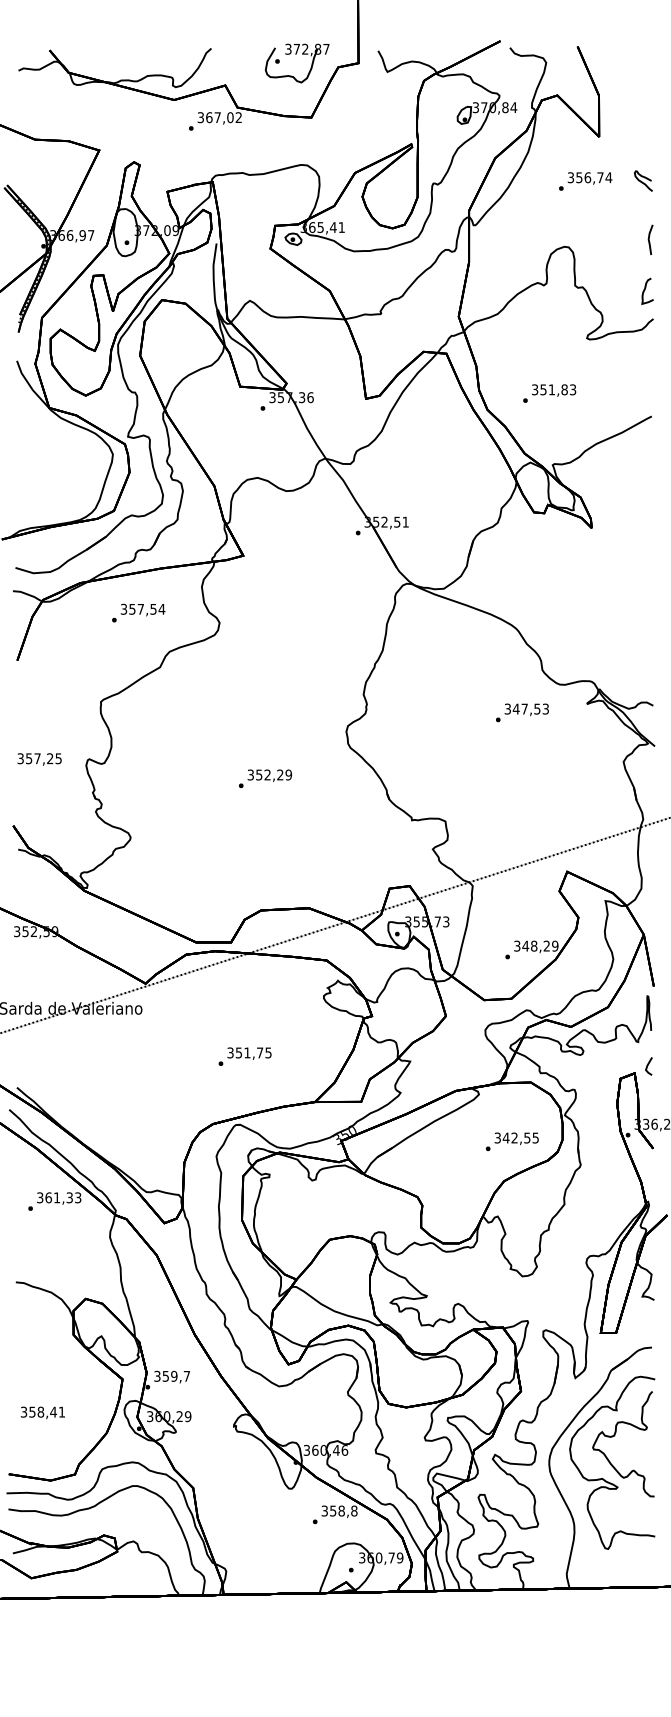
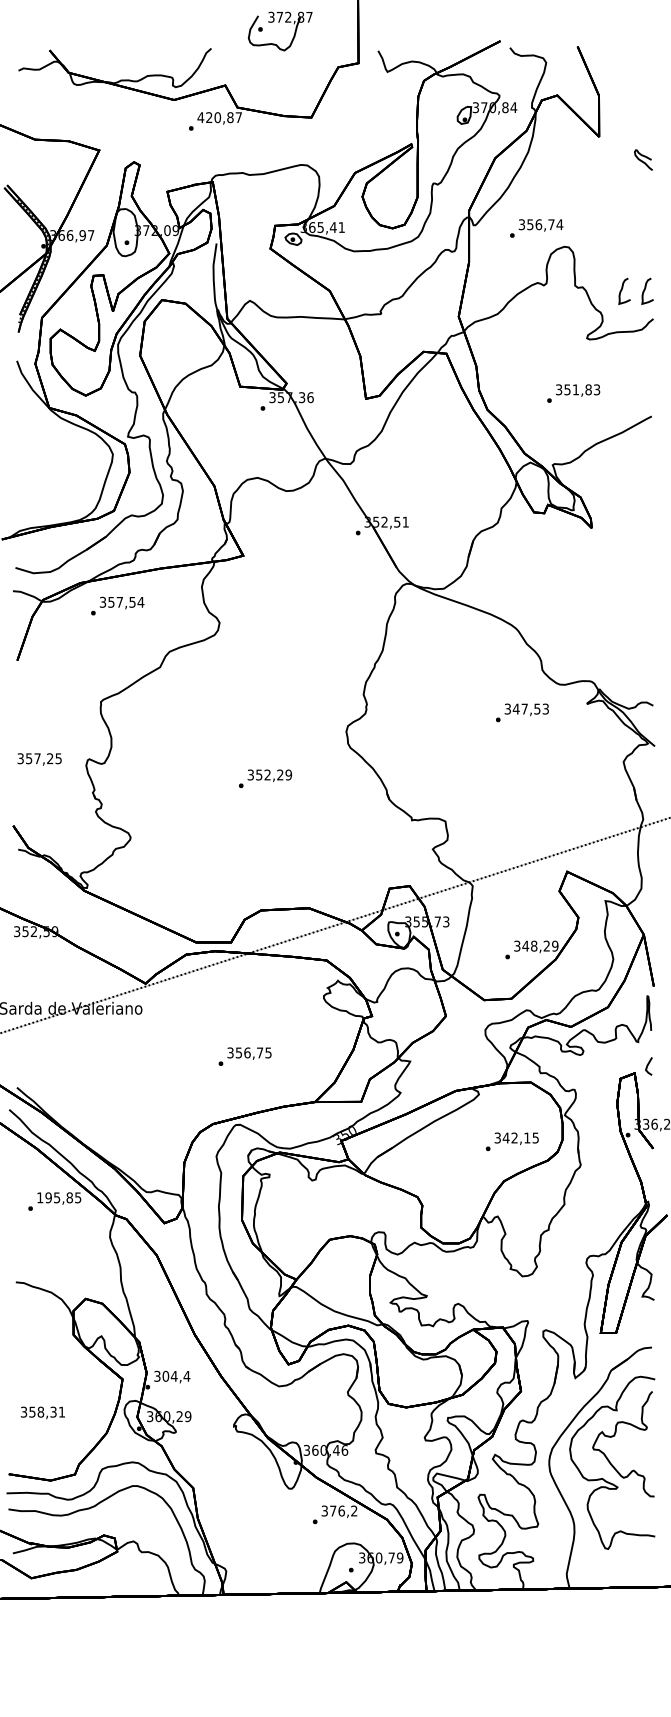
part at (296, 54) position: (296, 54) -> (279, 22)
text at (219, 117): 367,02 -> 420,87
text at (585, 181) position: (585, 181) -> (536, 228)
curve at (642, 181) position: (642, 181) -> (642, 160)
line at (649, 239): present -> none
curve at (622, 290): none -> present
text at (549, 393) position: (549, 393) -> (573, 393)
text at (138, 612) position: (138, 612) -> (117, 605)
text at (247, 1052): 351,75 -> 356,75
text at (527, 1137): 342,55 -> 342,15
text at (59, 1197): 361,33 -> 195,85
text at (176, 1375): 359,7 -> 304,4
text at (53, 1411): 358,41 -> 358,31
text at (343, 1510): 358,8 -> 376,2
